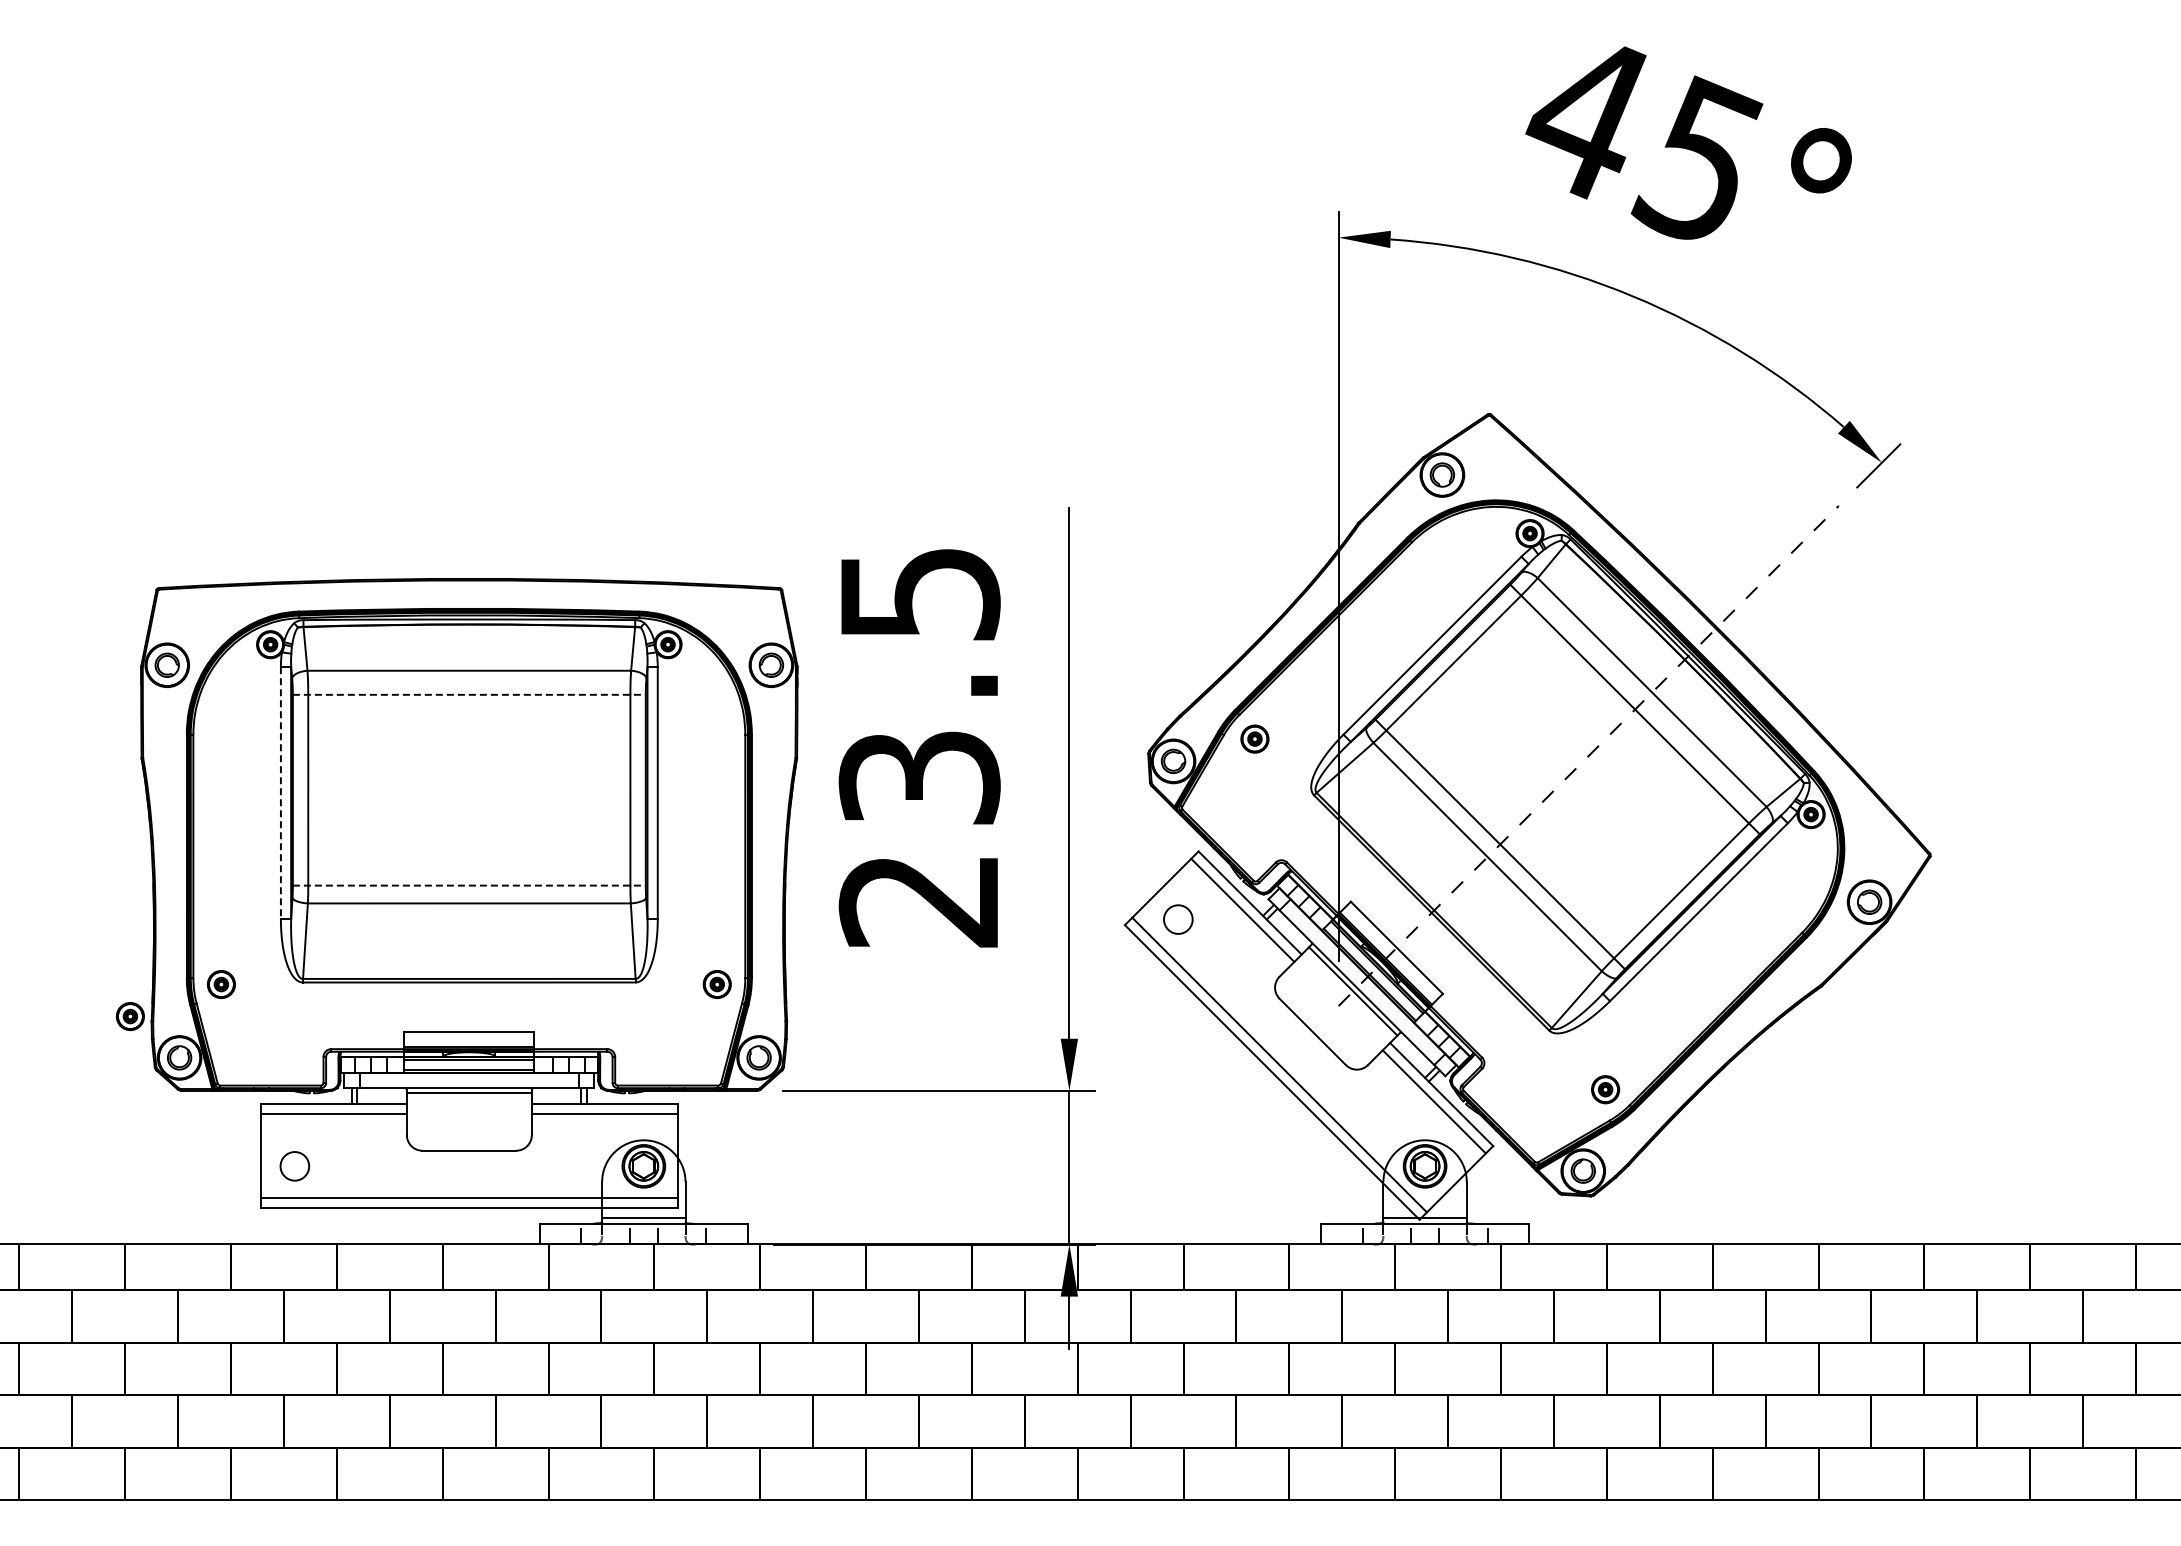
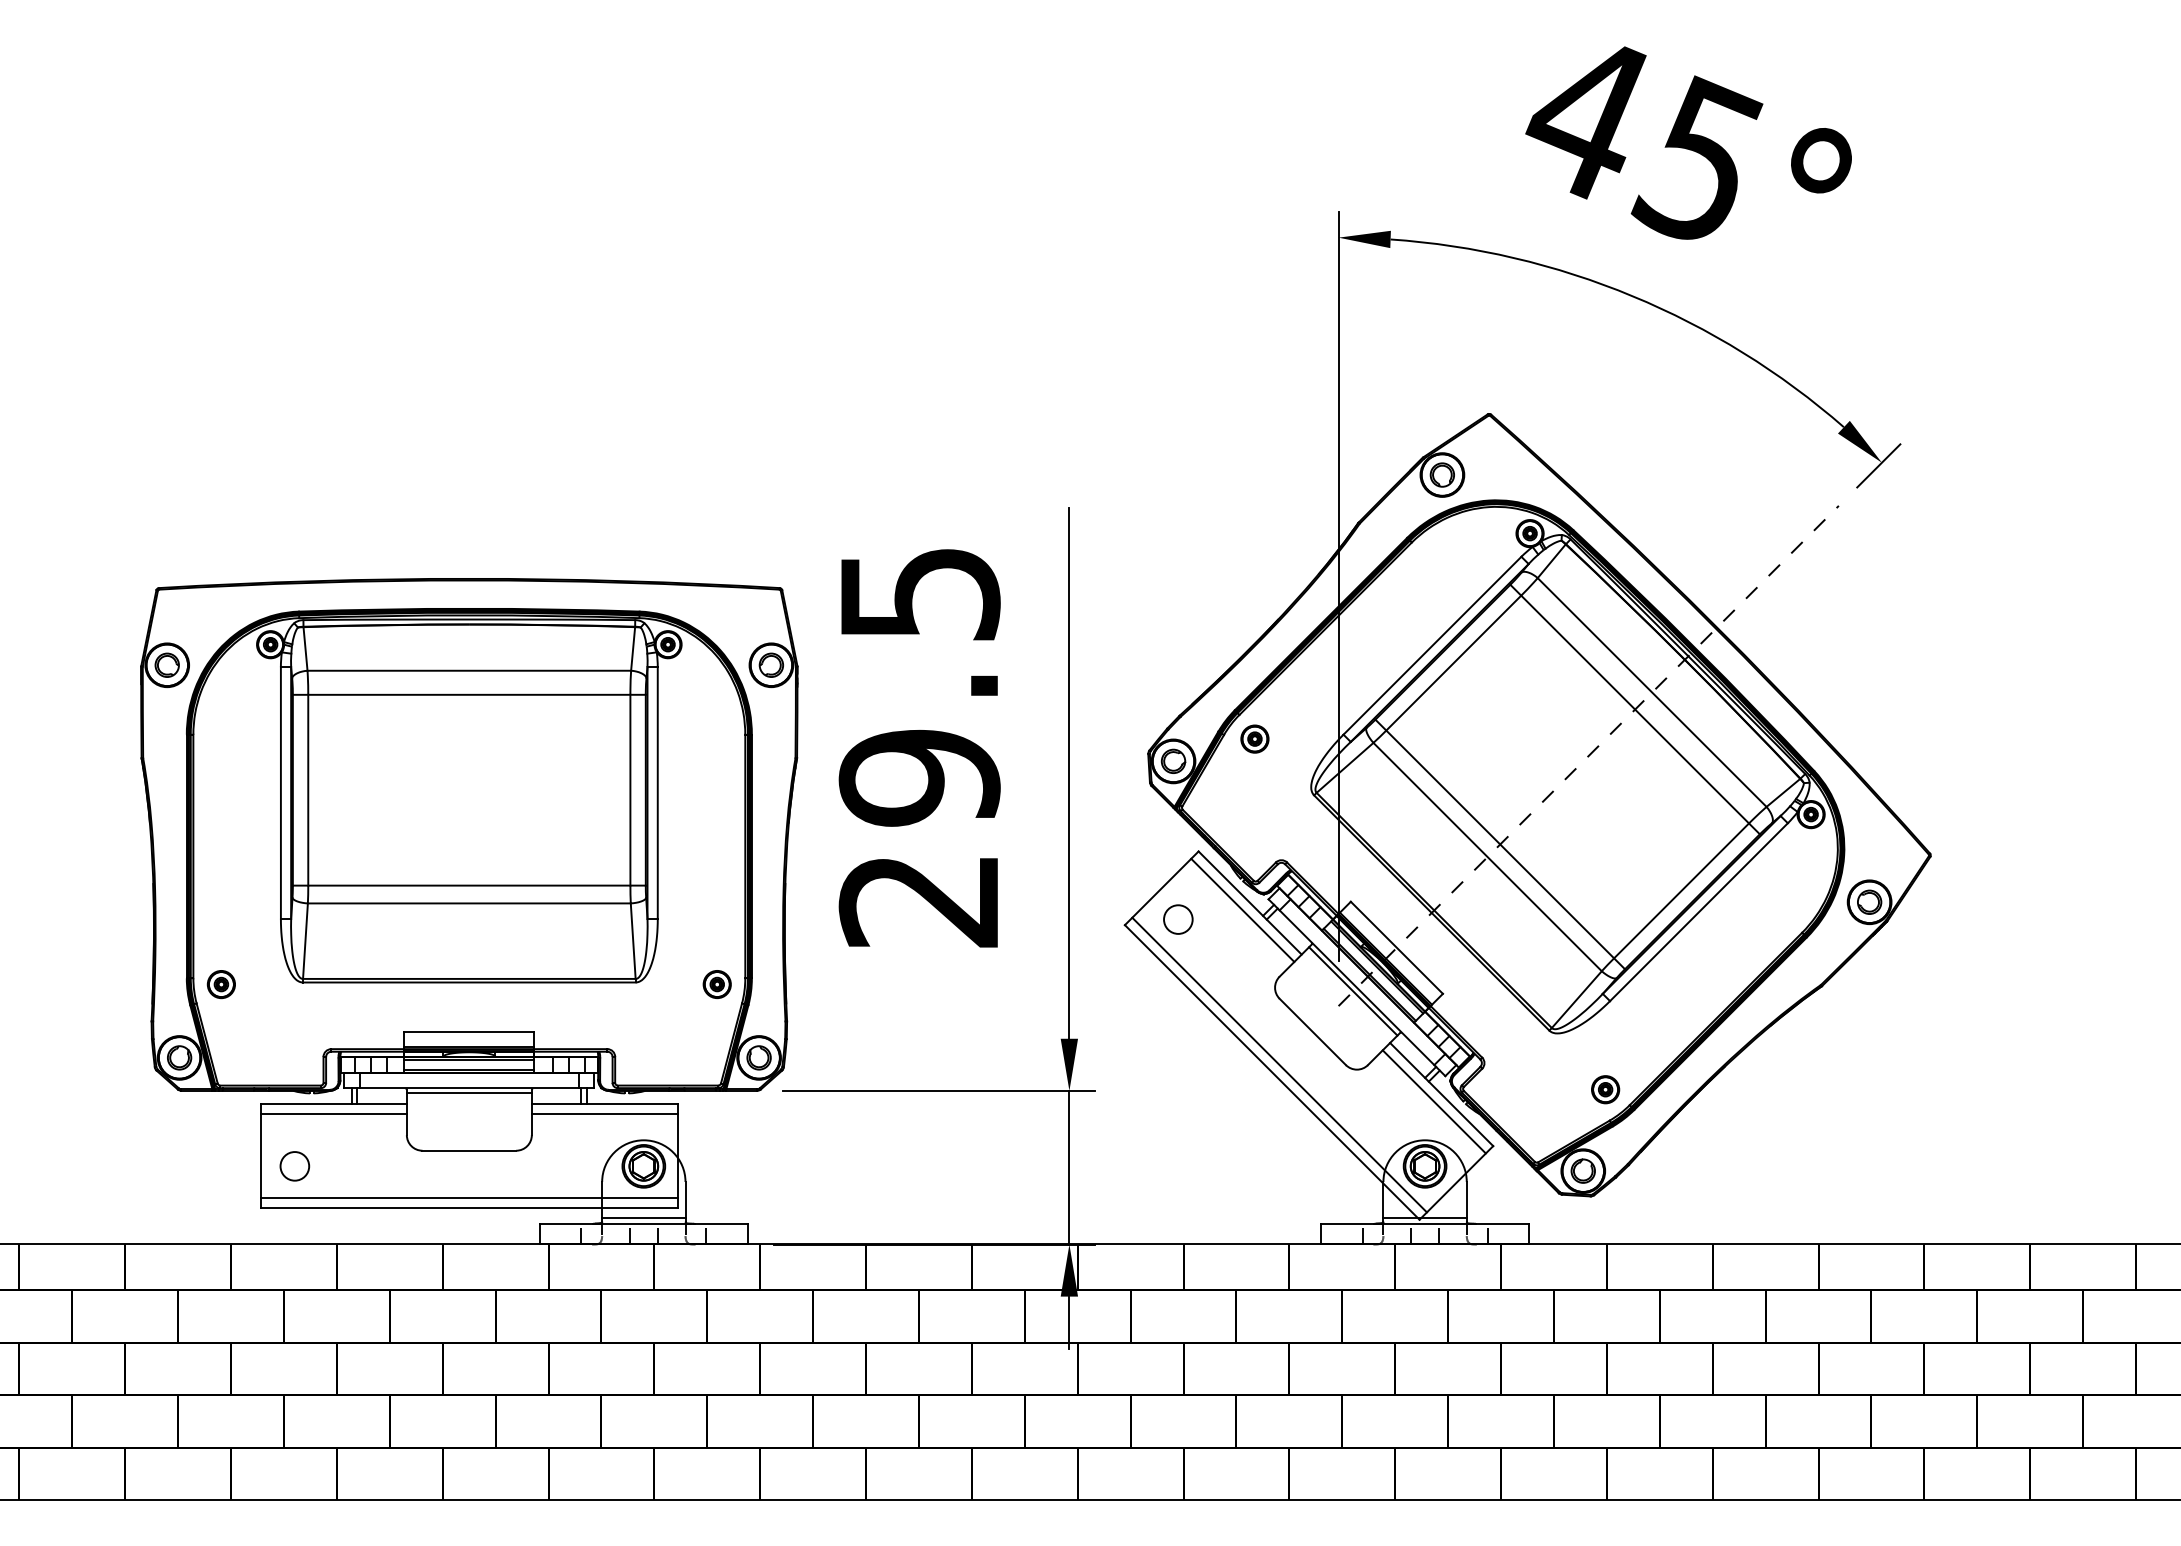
line at (469, 694): dashed -> solid
text at (919, 777): 23.5 -> 29.5
line at (280, 793): dashed -> solid
line at (469, 885): dashed -> solid
part at (129, 1016): present -> none
